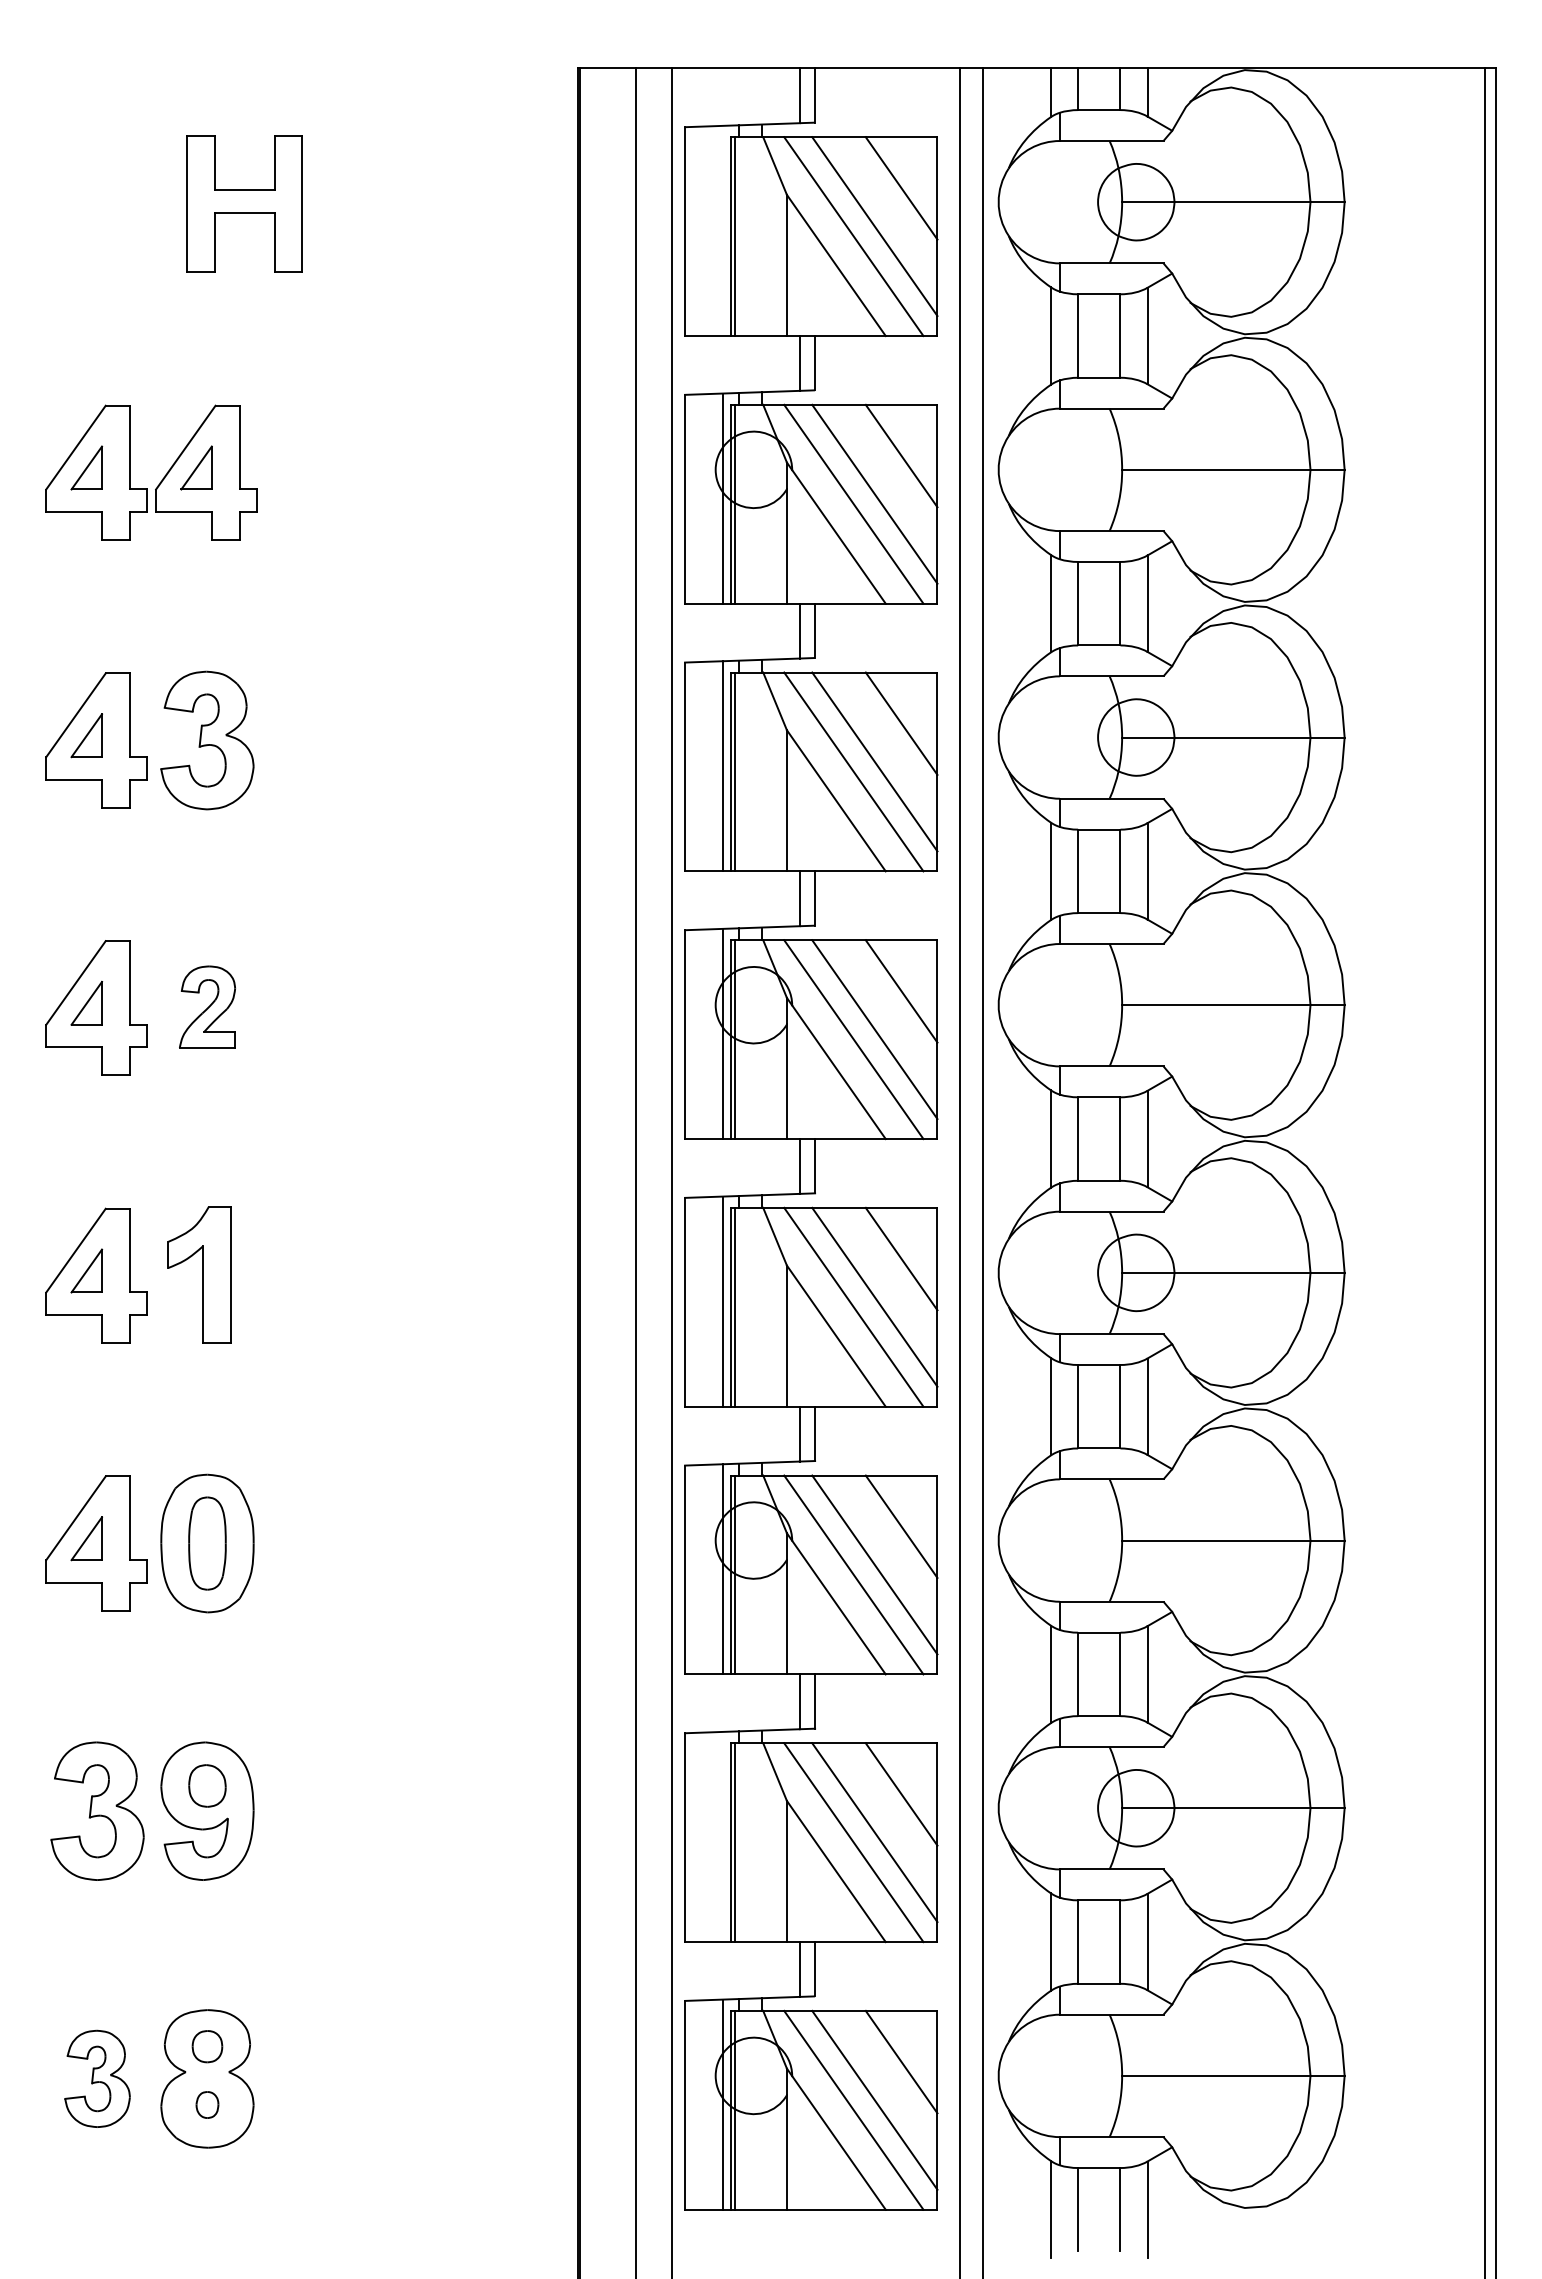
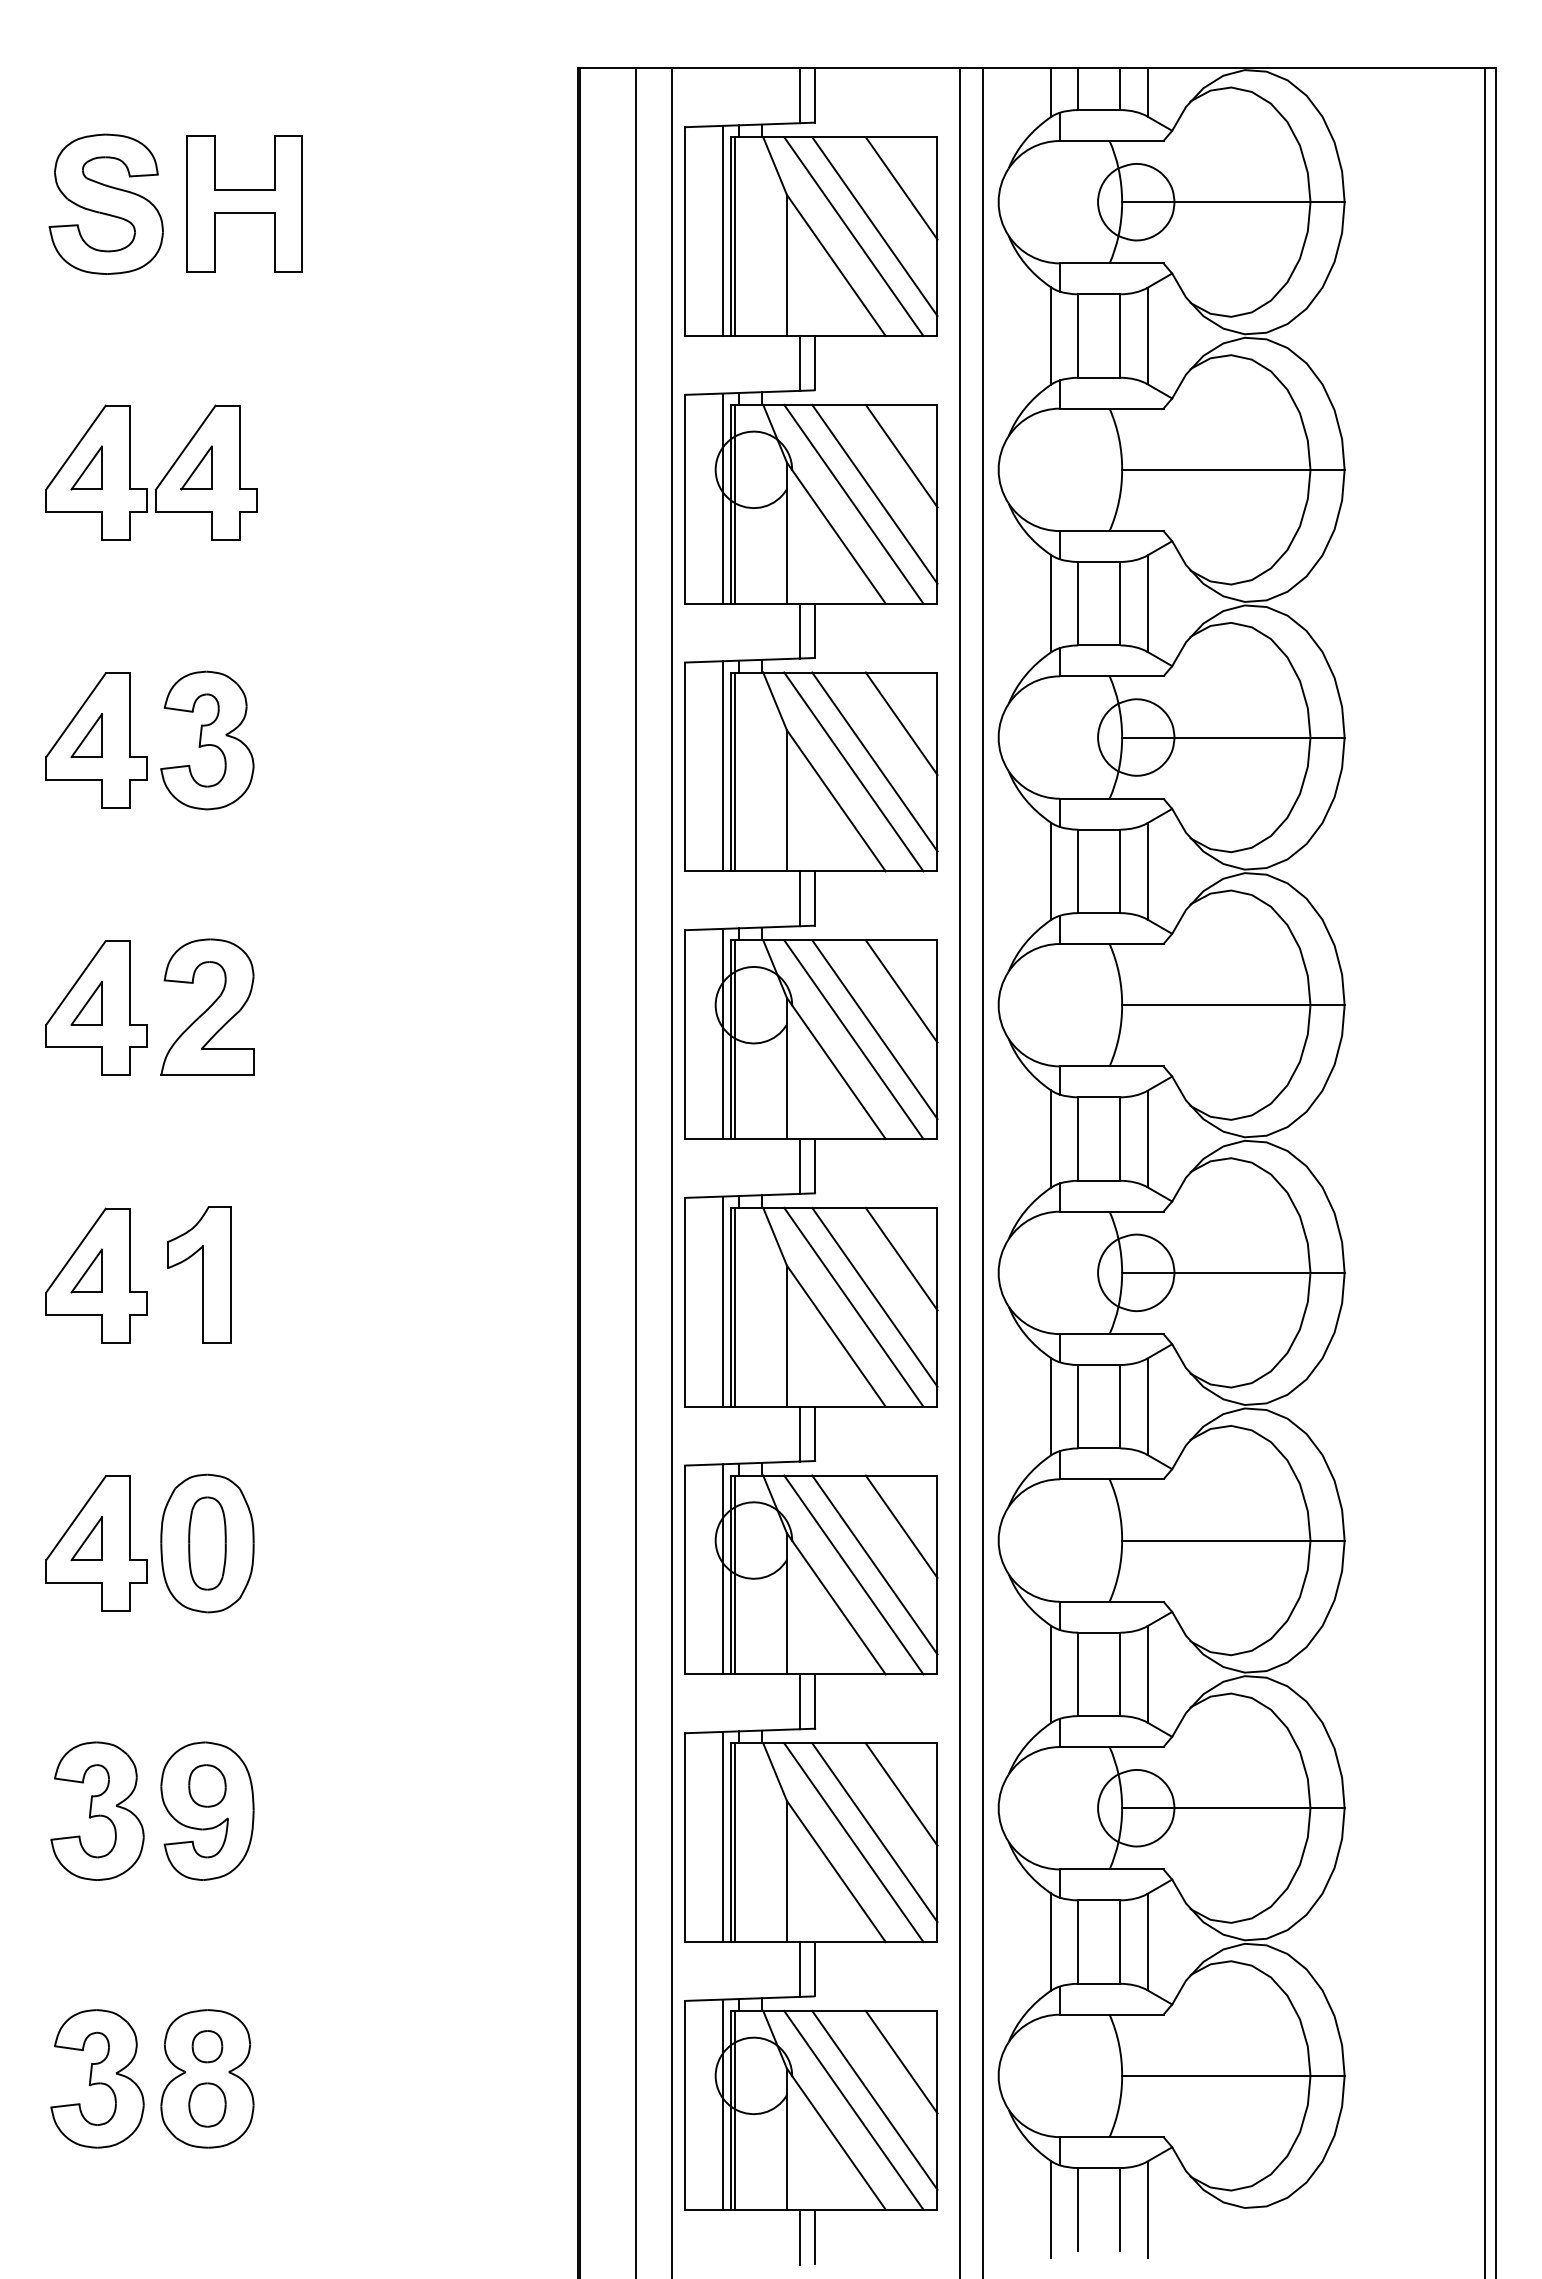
part at (105, 203): none -> present
line at (723, 230): none -> present
part at (207, 1006) size: 57x84 px -> 95x138 px
line at (723, 1836): none -> present
part at (97, 2078) size: 67x99 px -> 95x140 px
part at (207, 2104) size: 25x28 px -> 39x46 px
line at (799, 2236): none -> present
line at (815, 2236): none -> present
